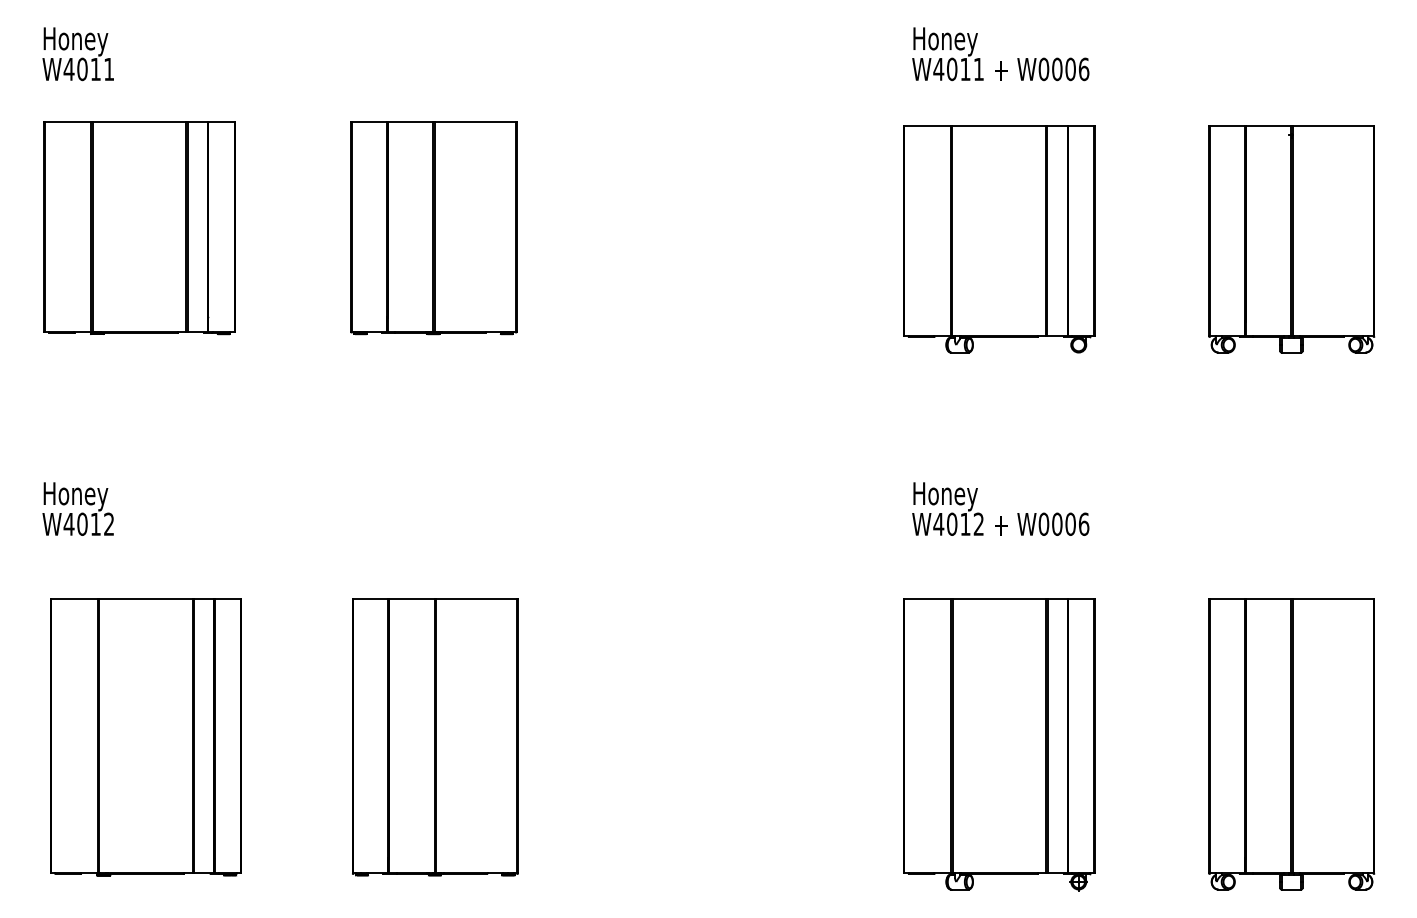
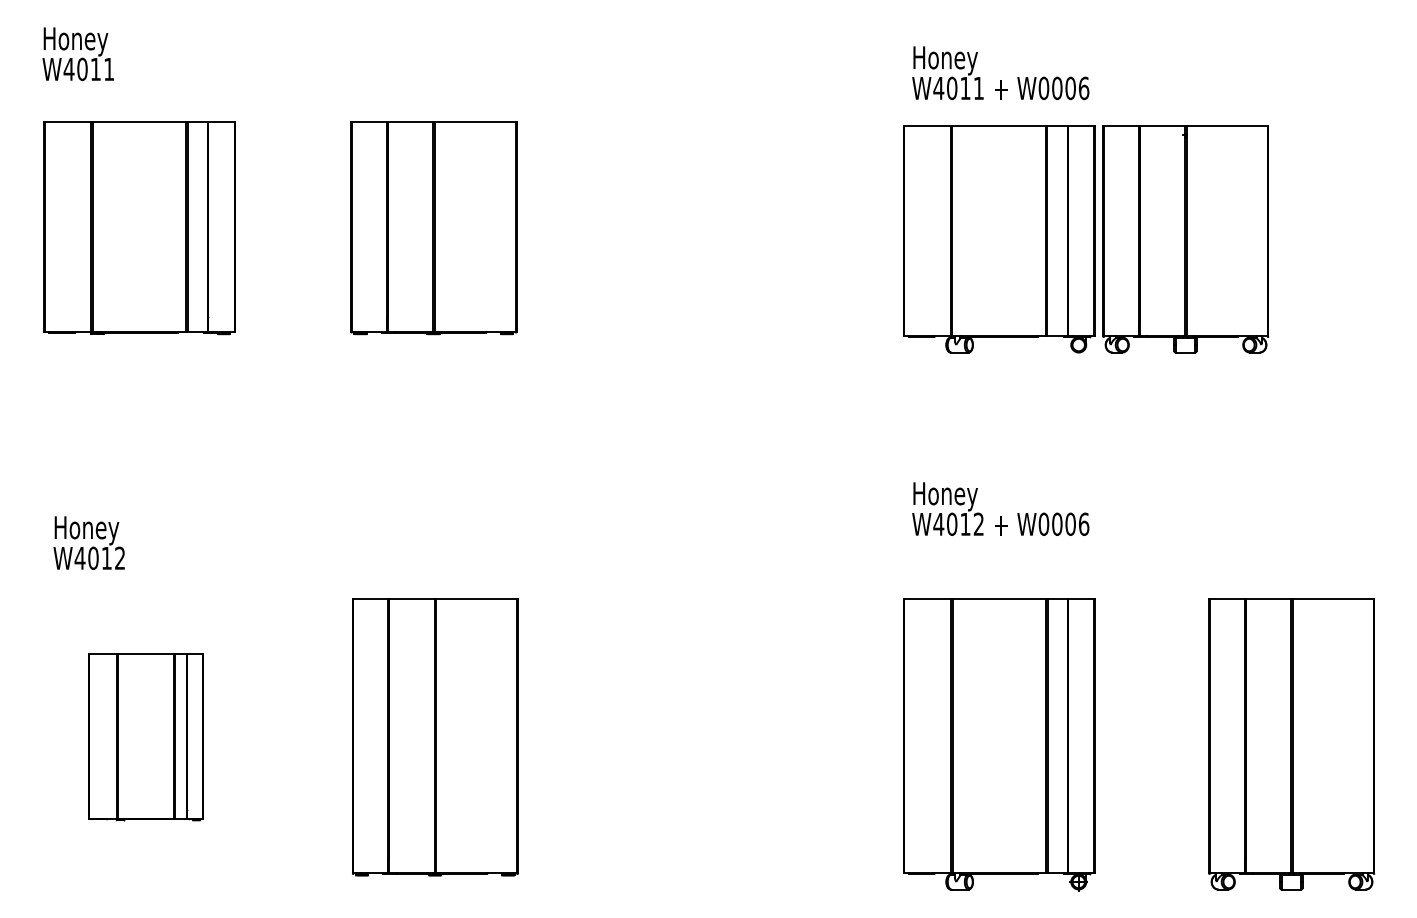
text at (1000, 54) position: (1000, 54) -> (1000, 73)
part at (1291, 239) position: (1291, 239) -> (1185, 239)
text at (77, 508) position: (77, 508) -> (88, 542)
part at (145, 737) size: 192x279 px -> 116x169 px
